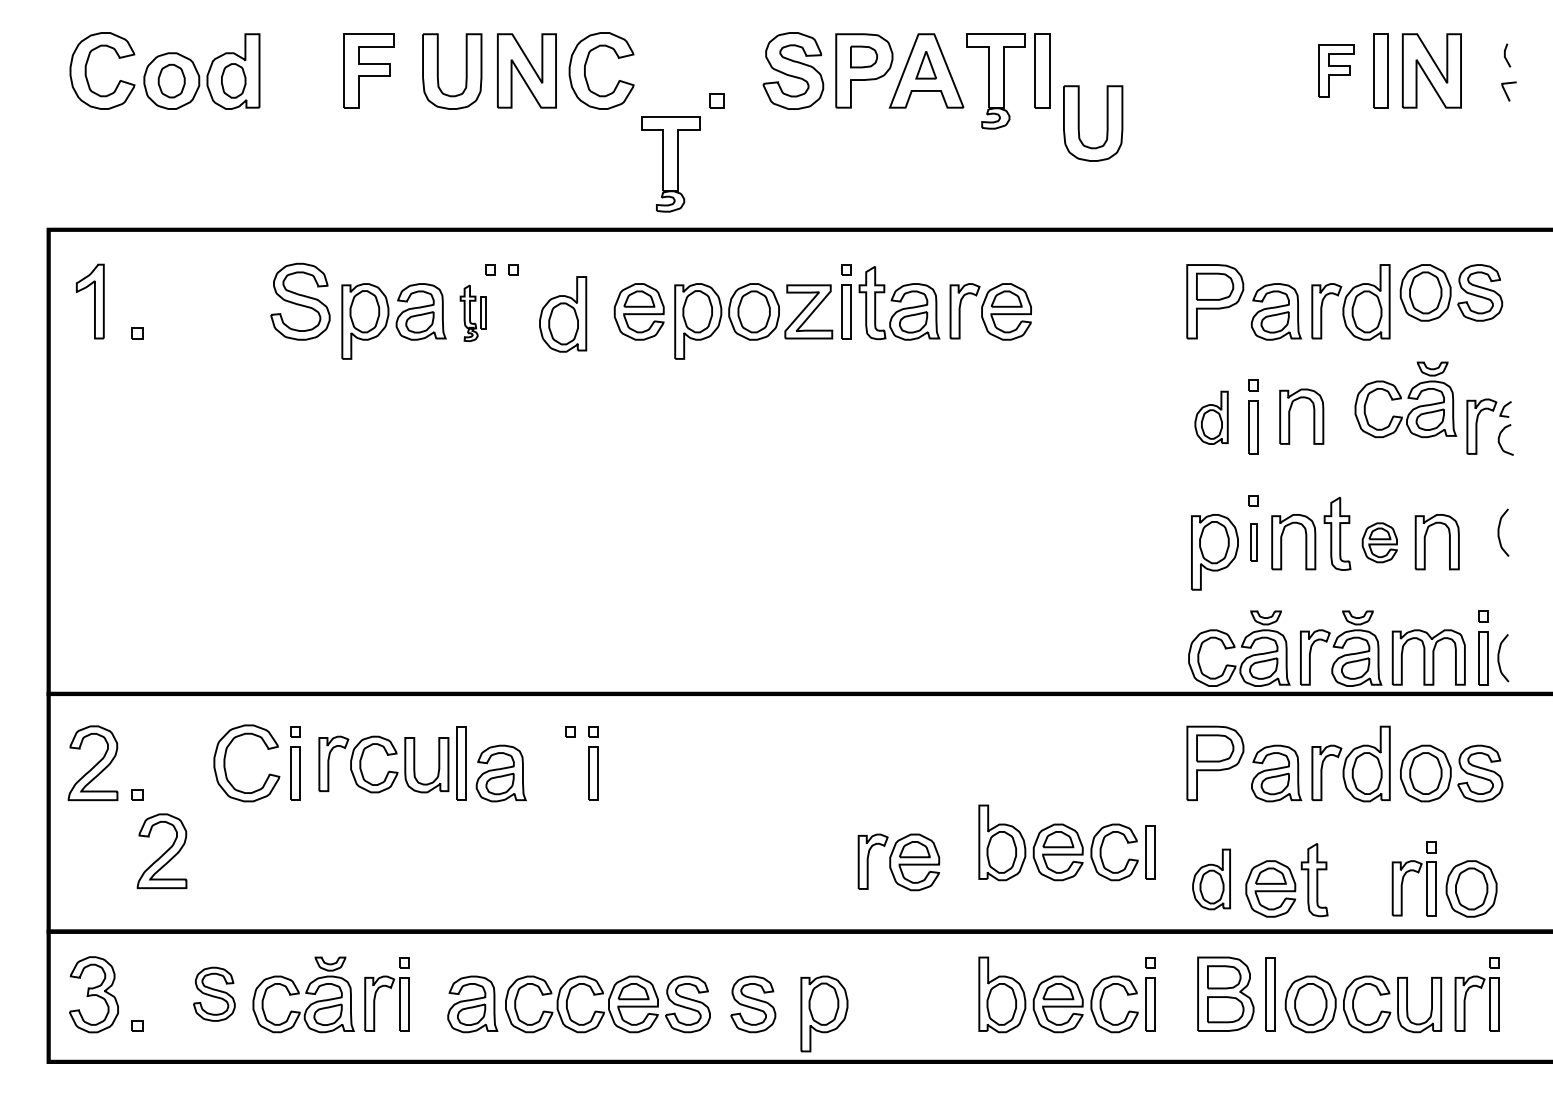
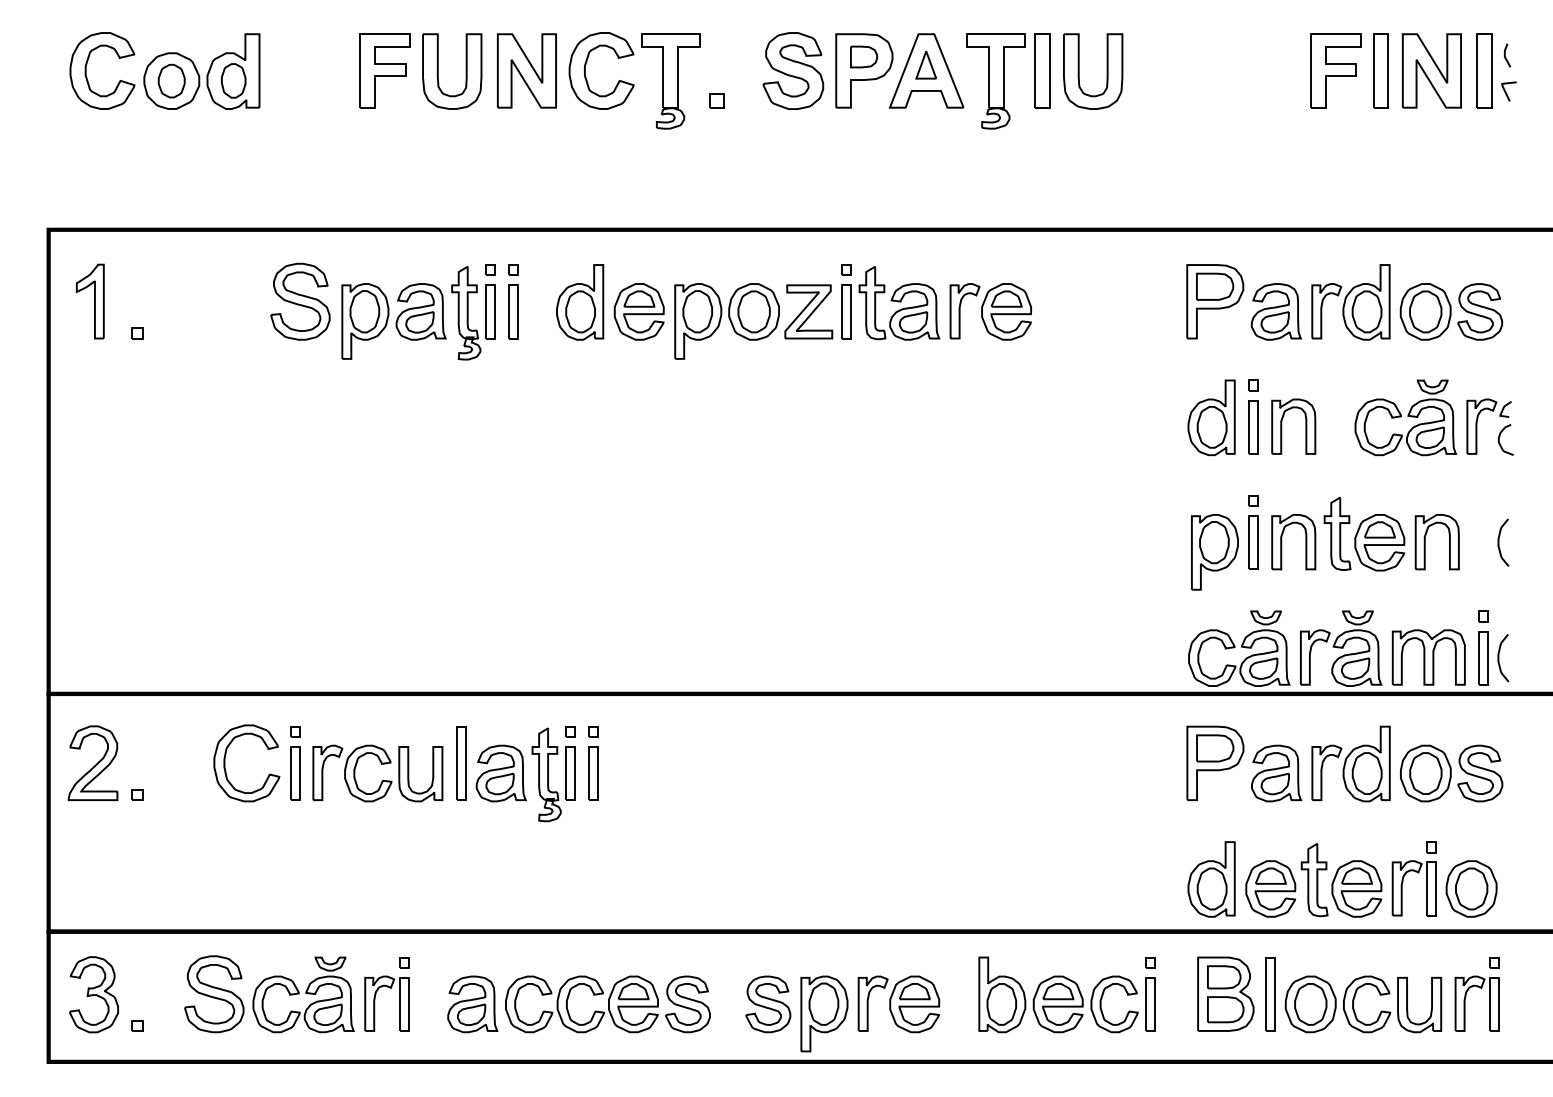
part at (368, 70) position: (368, 70) -> (384, 70)
part at (1336, 70) size: 37x54 px -> 52x76 px
part at (1484, 70): none -> present
part at (1106, 123) position: (1106, 123) -> (1106, 71)
part at (670, 164) position: (670, 164) -> (670, 81)
part at (1451, 292) position: (1451, 292) -> (1451, 311)
part at (513, 311): none -> present
part at (472, 312) size: 28x58 px -> 45x95 px
part at (563, 314) position: (563, 314) -> (580, 302)
part at (1405, 399) position: (1405, 399) -> (1405, 417)
part at (1290, 416) position: (1290, 416) -> (1282, 426)
part at (1211, 417) size: 35x55 px -> 49x78 px
curve at (1499, 532) position: (1499, 532) -> (1499, 542)
part at (1253, 542) size: 8x39 px -> 11x55 px
part at (1379, 542) size: 37x42 px -> 52x58 px
part at (387, 771) position: (387, 771) -> (381, 780)
part at (553, 774): none -> present
part at (1066, 842): present -> none
part at (161, 851): present -> none
part at (898, 862) position: (898, 862) -> (898, 1004)
part at (1211, 879) size: 39x63 px -> 49x77 px
part at (1356, 888): none -> present
part at (214, 993) size: 43x56 px -> 61x79 px
part at (753, 1004) position: (753, 1004) -> (768, 1004)
